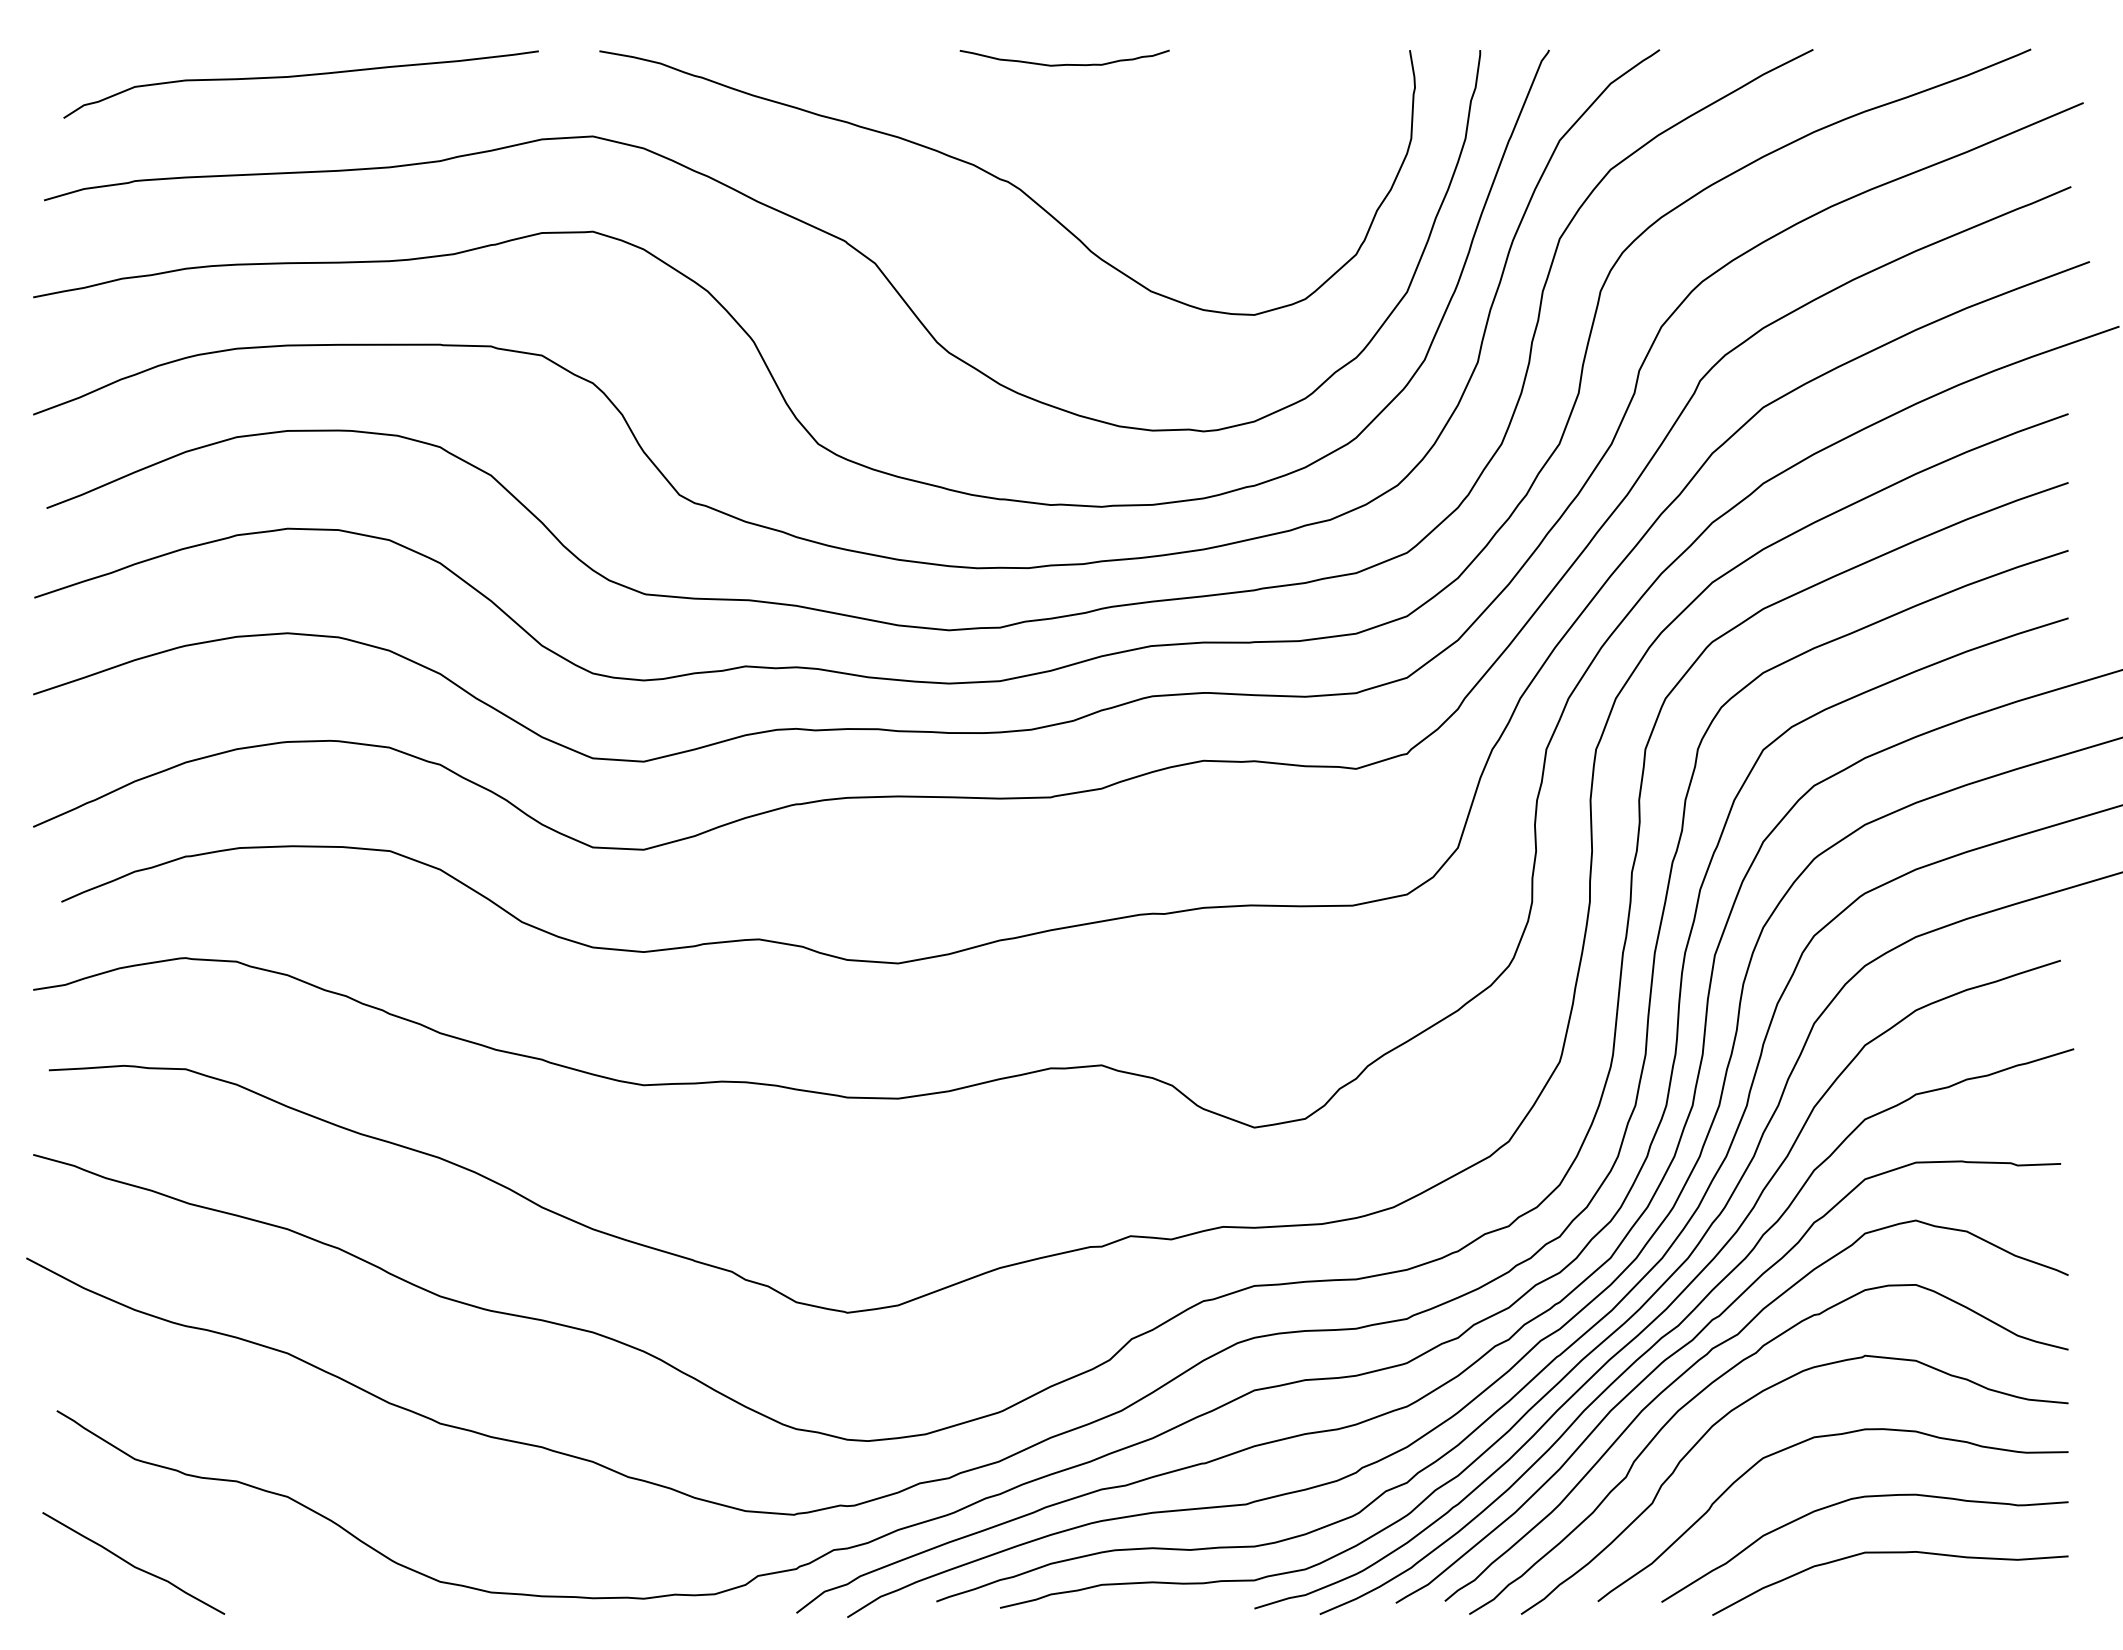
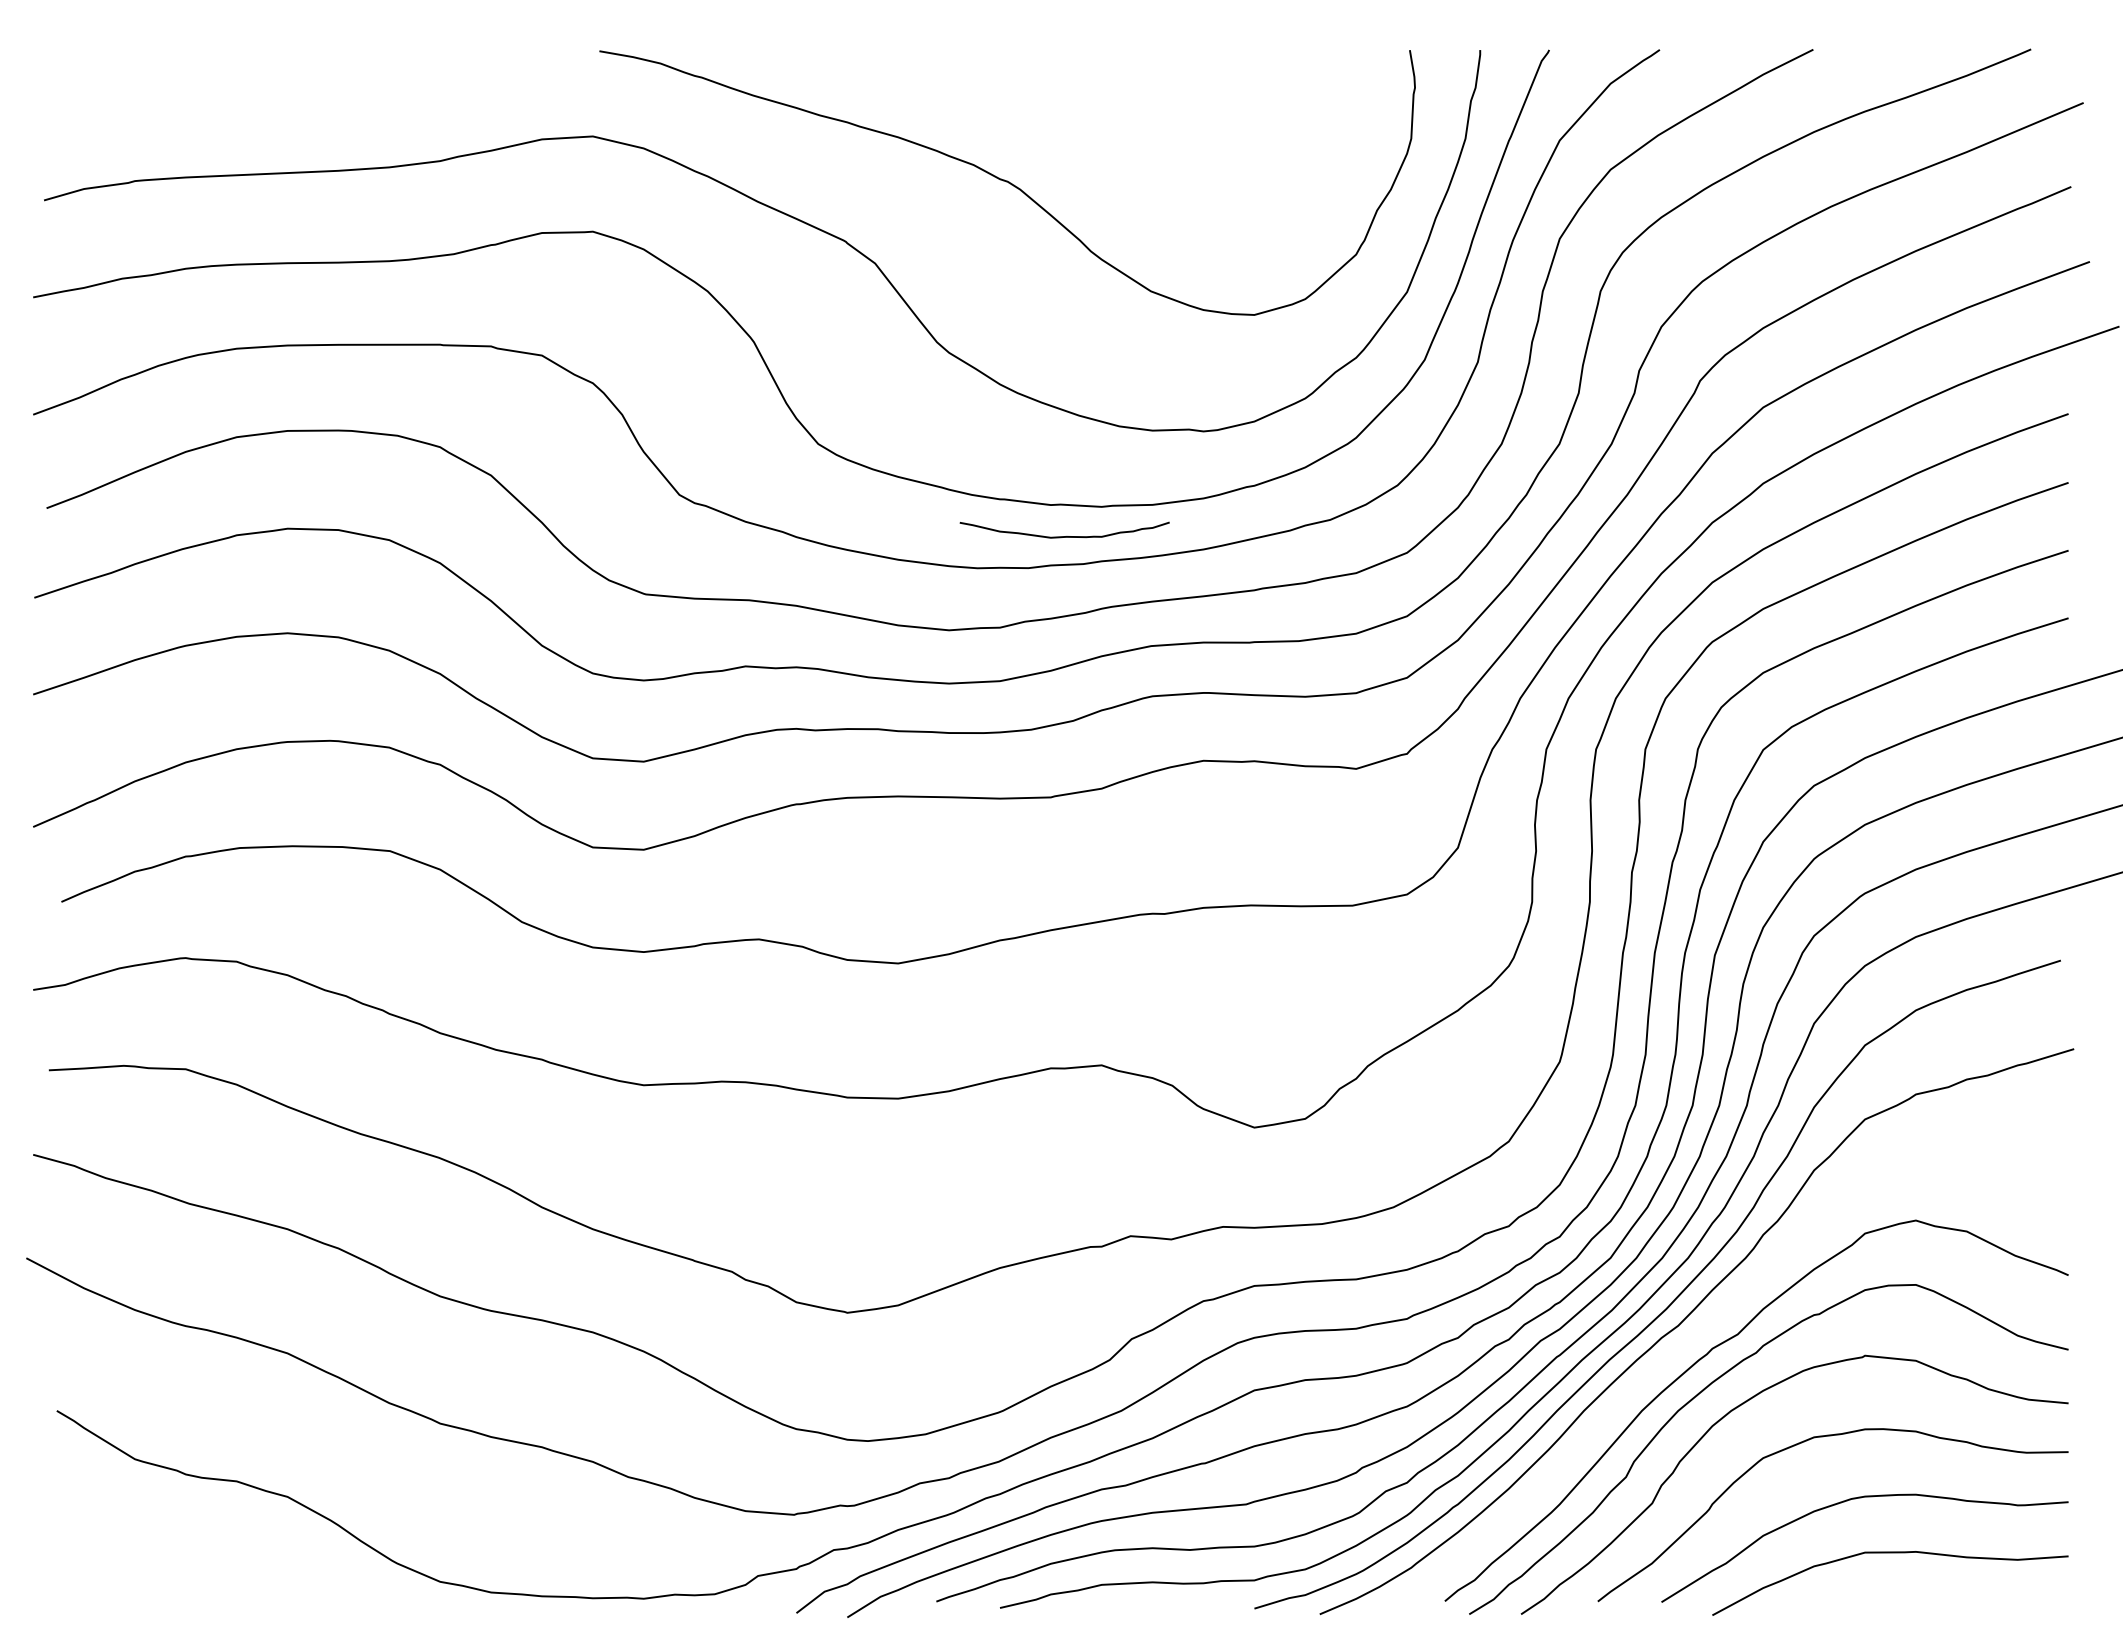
curve at (1064, 64) position: (1064, 64) -> (1064, 536)
curve at (300, 76): present -> none
curve at (1692, 1341): present -> none
curve at (132, 1564): present -> none
